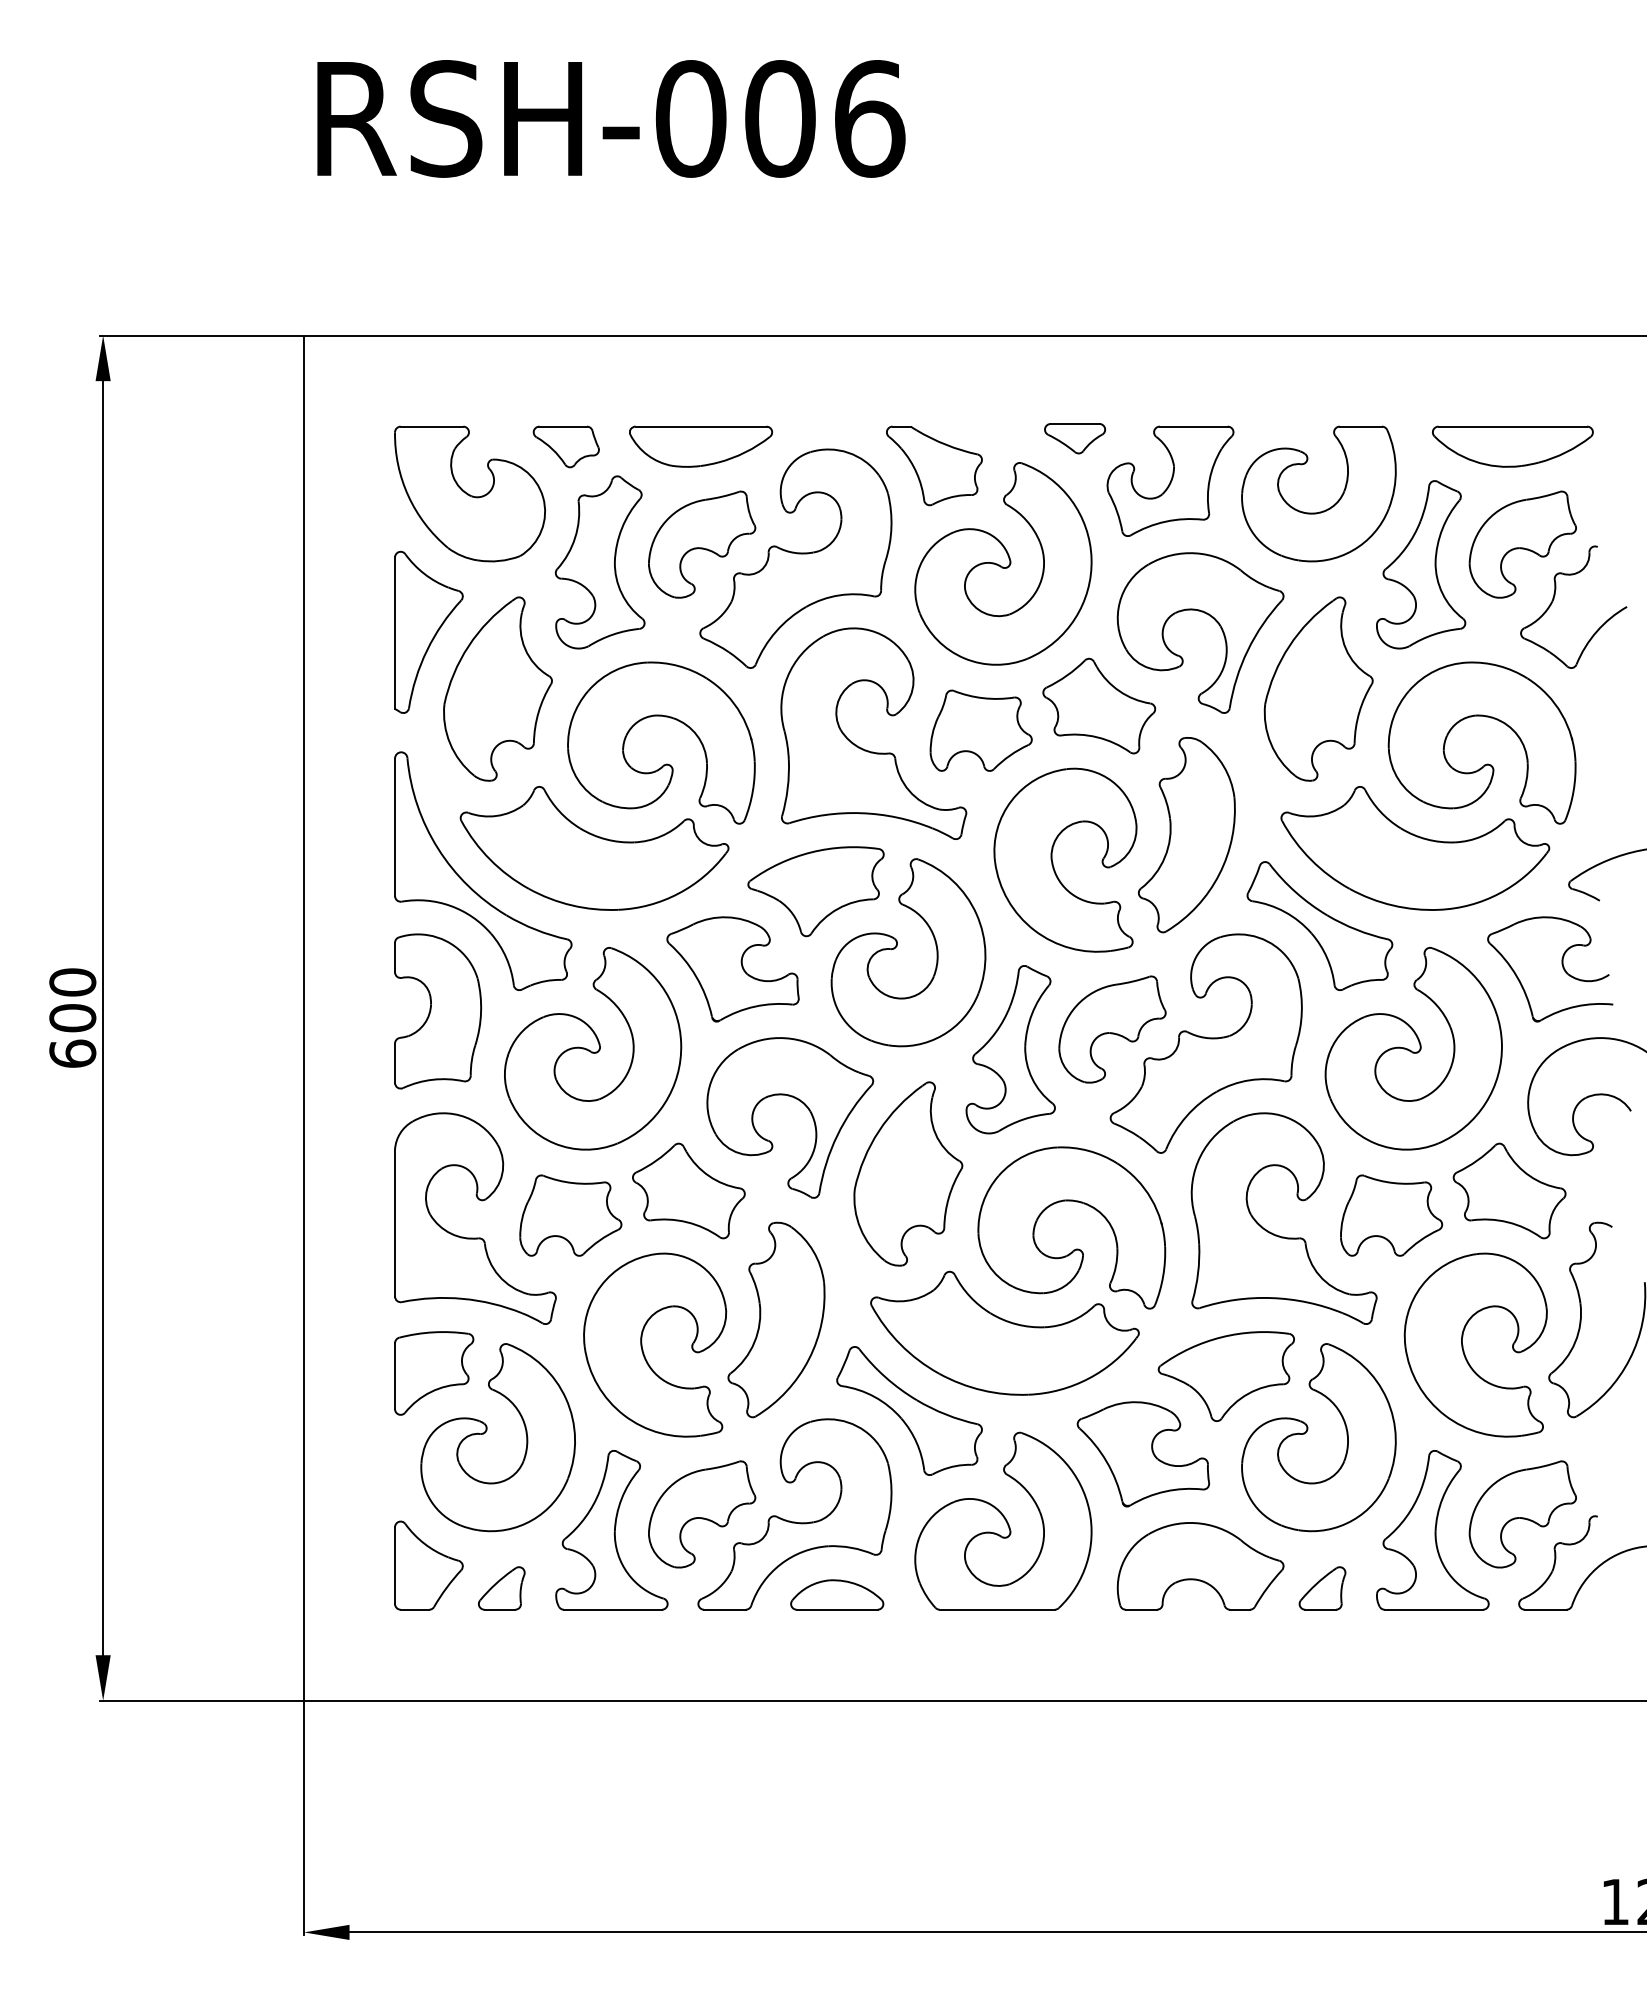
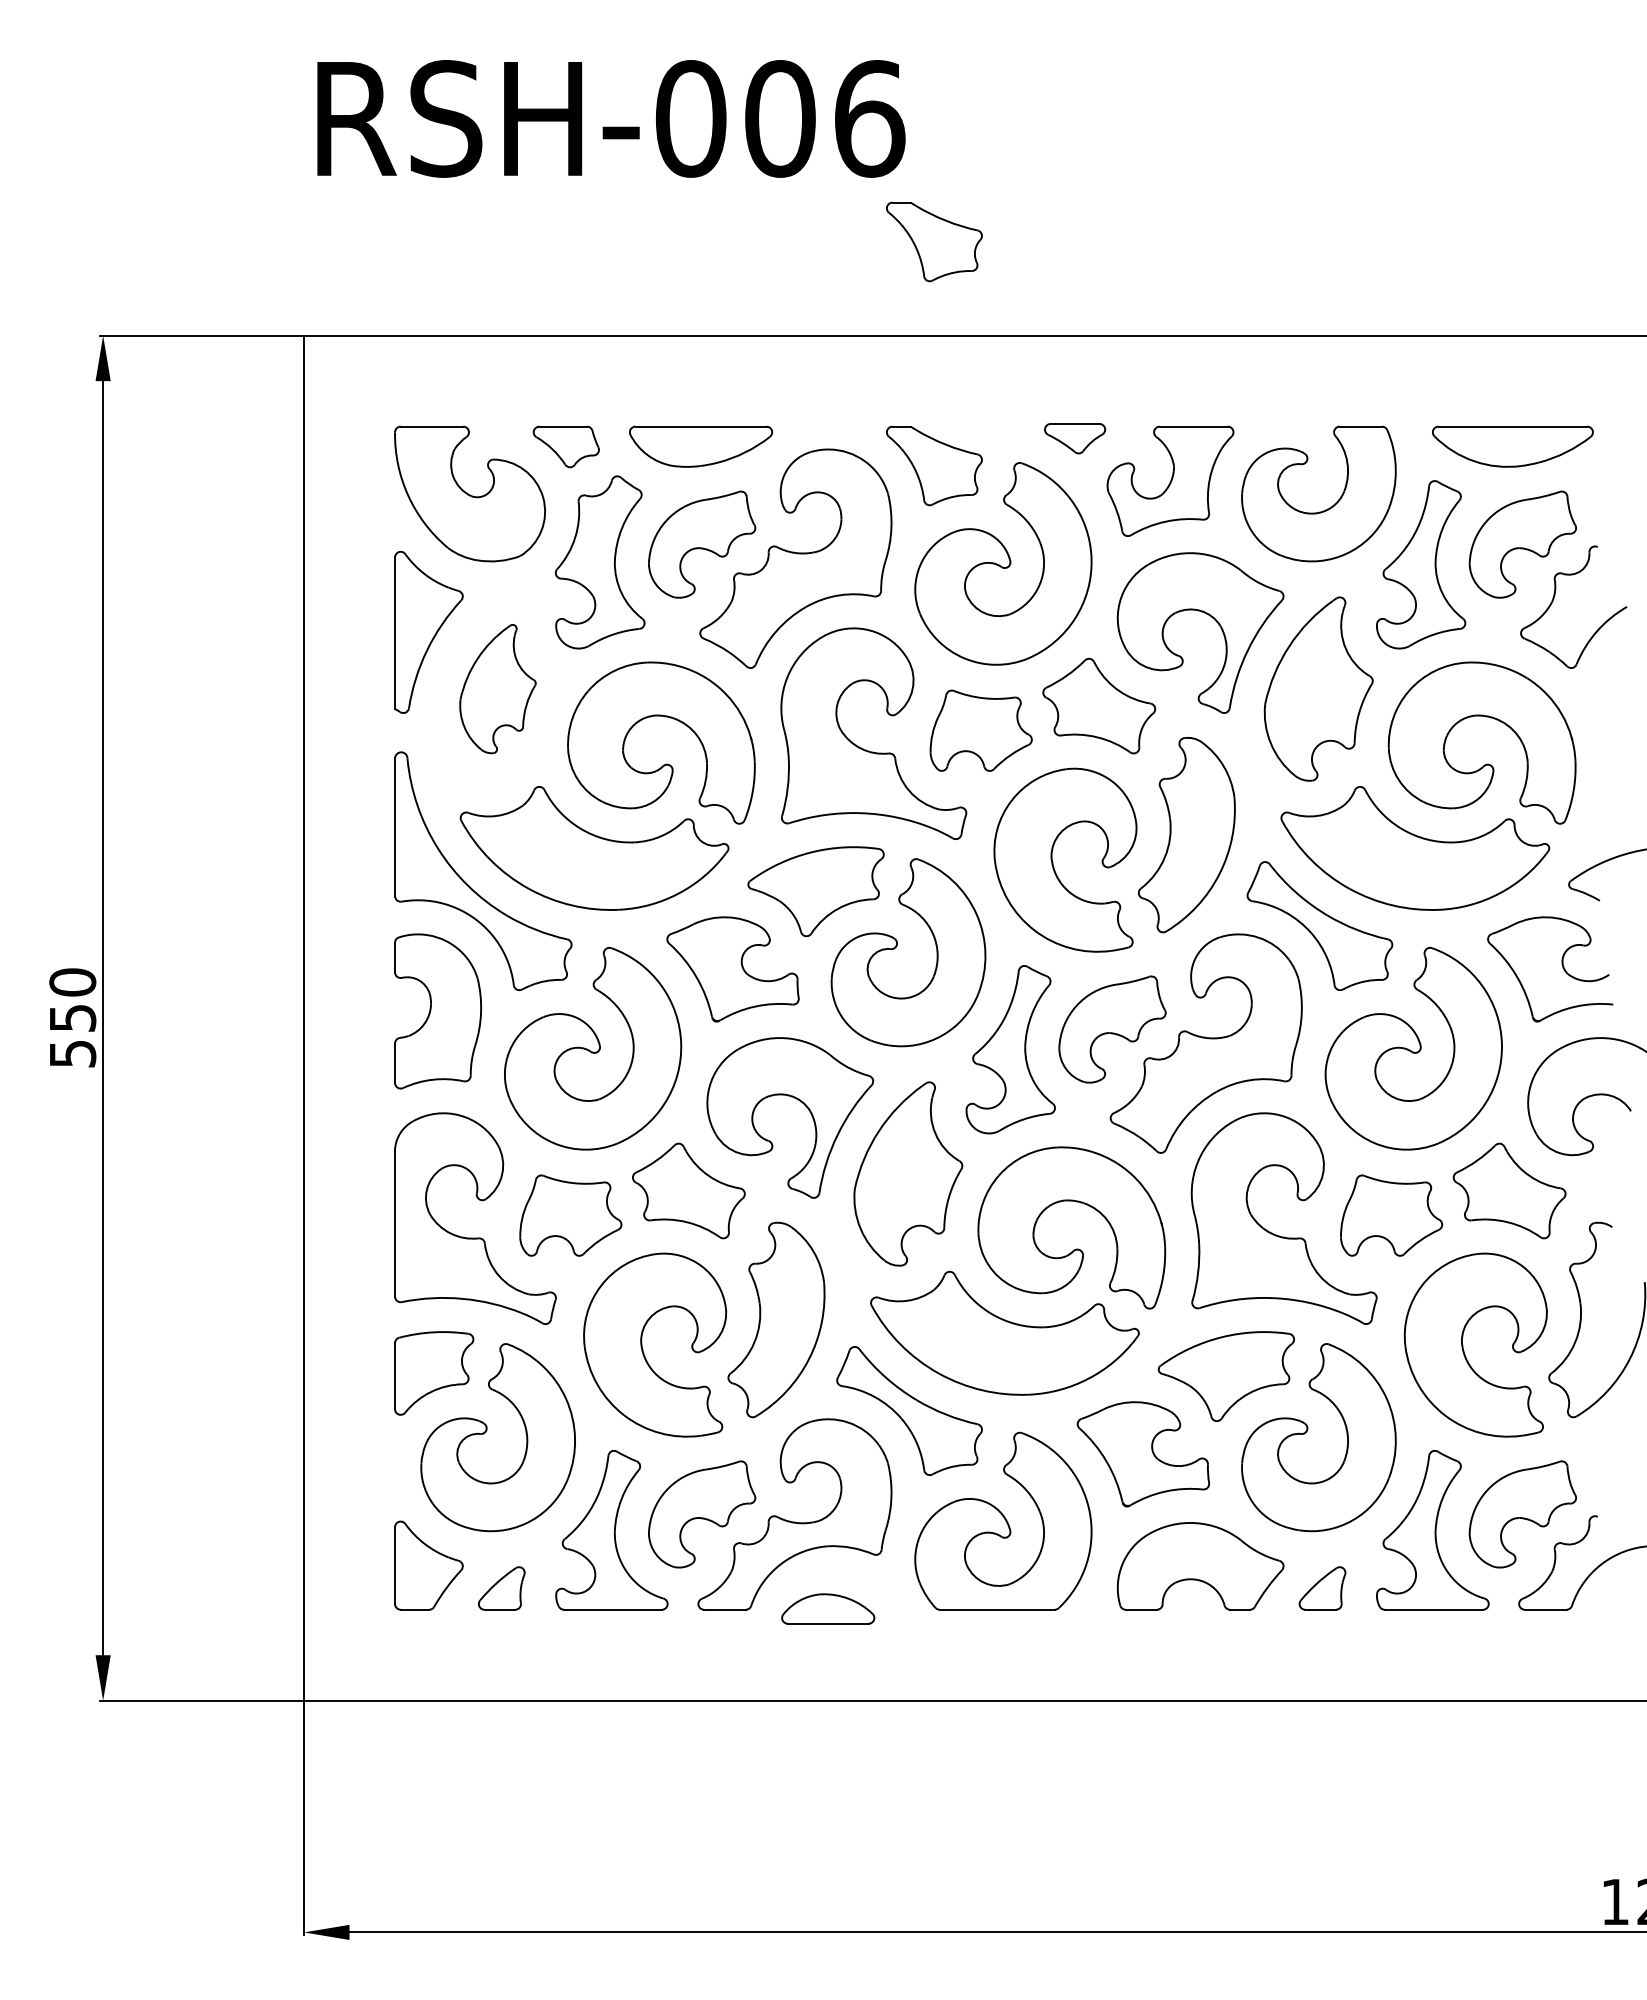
part at (934, 241): none -> present
part at (497, 688) size: 110x186 px -> 78x131 px
text at (72, 1035): 600 -> 550
part at (837, 1594) position: (837, 1594) -> (828, 1608)
